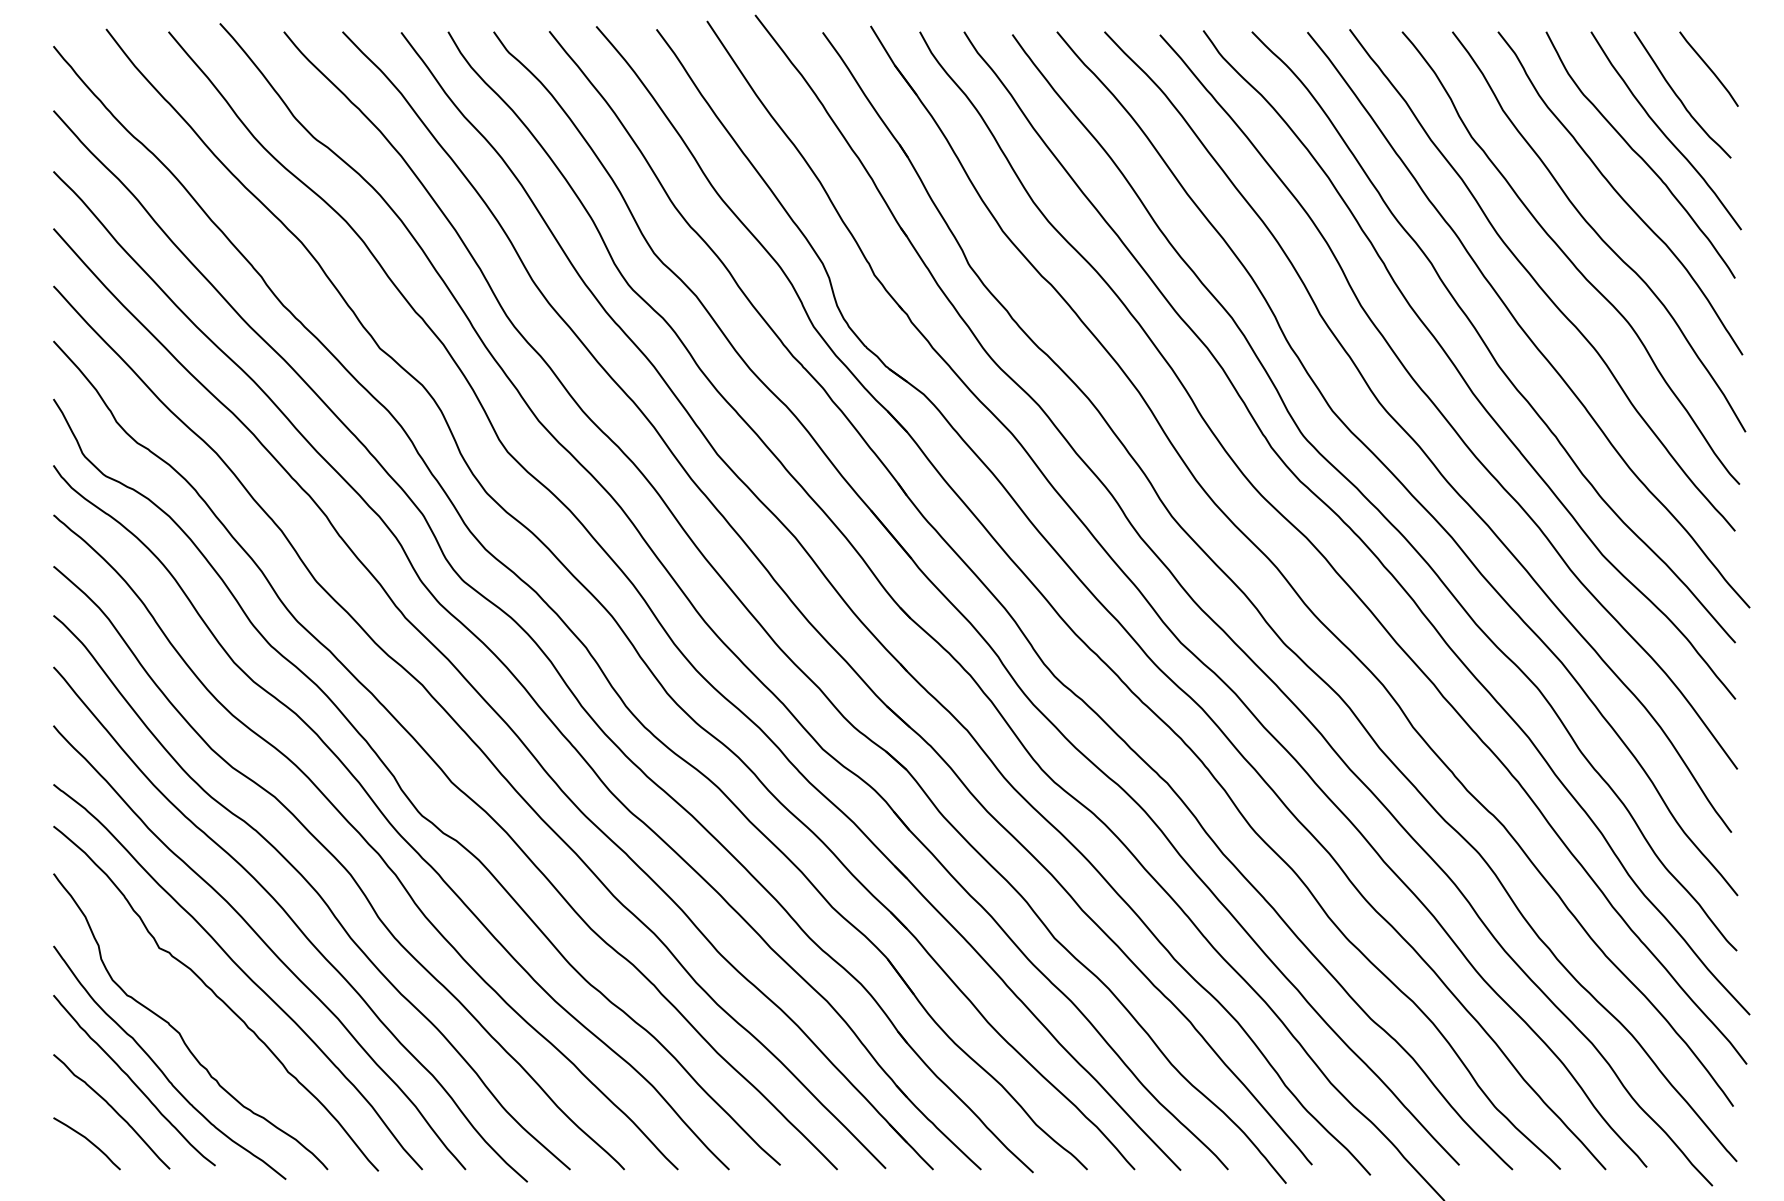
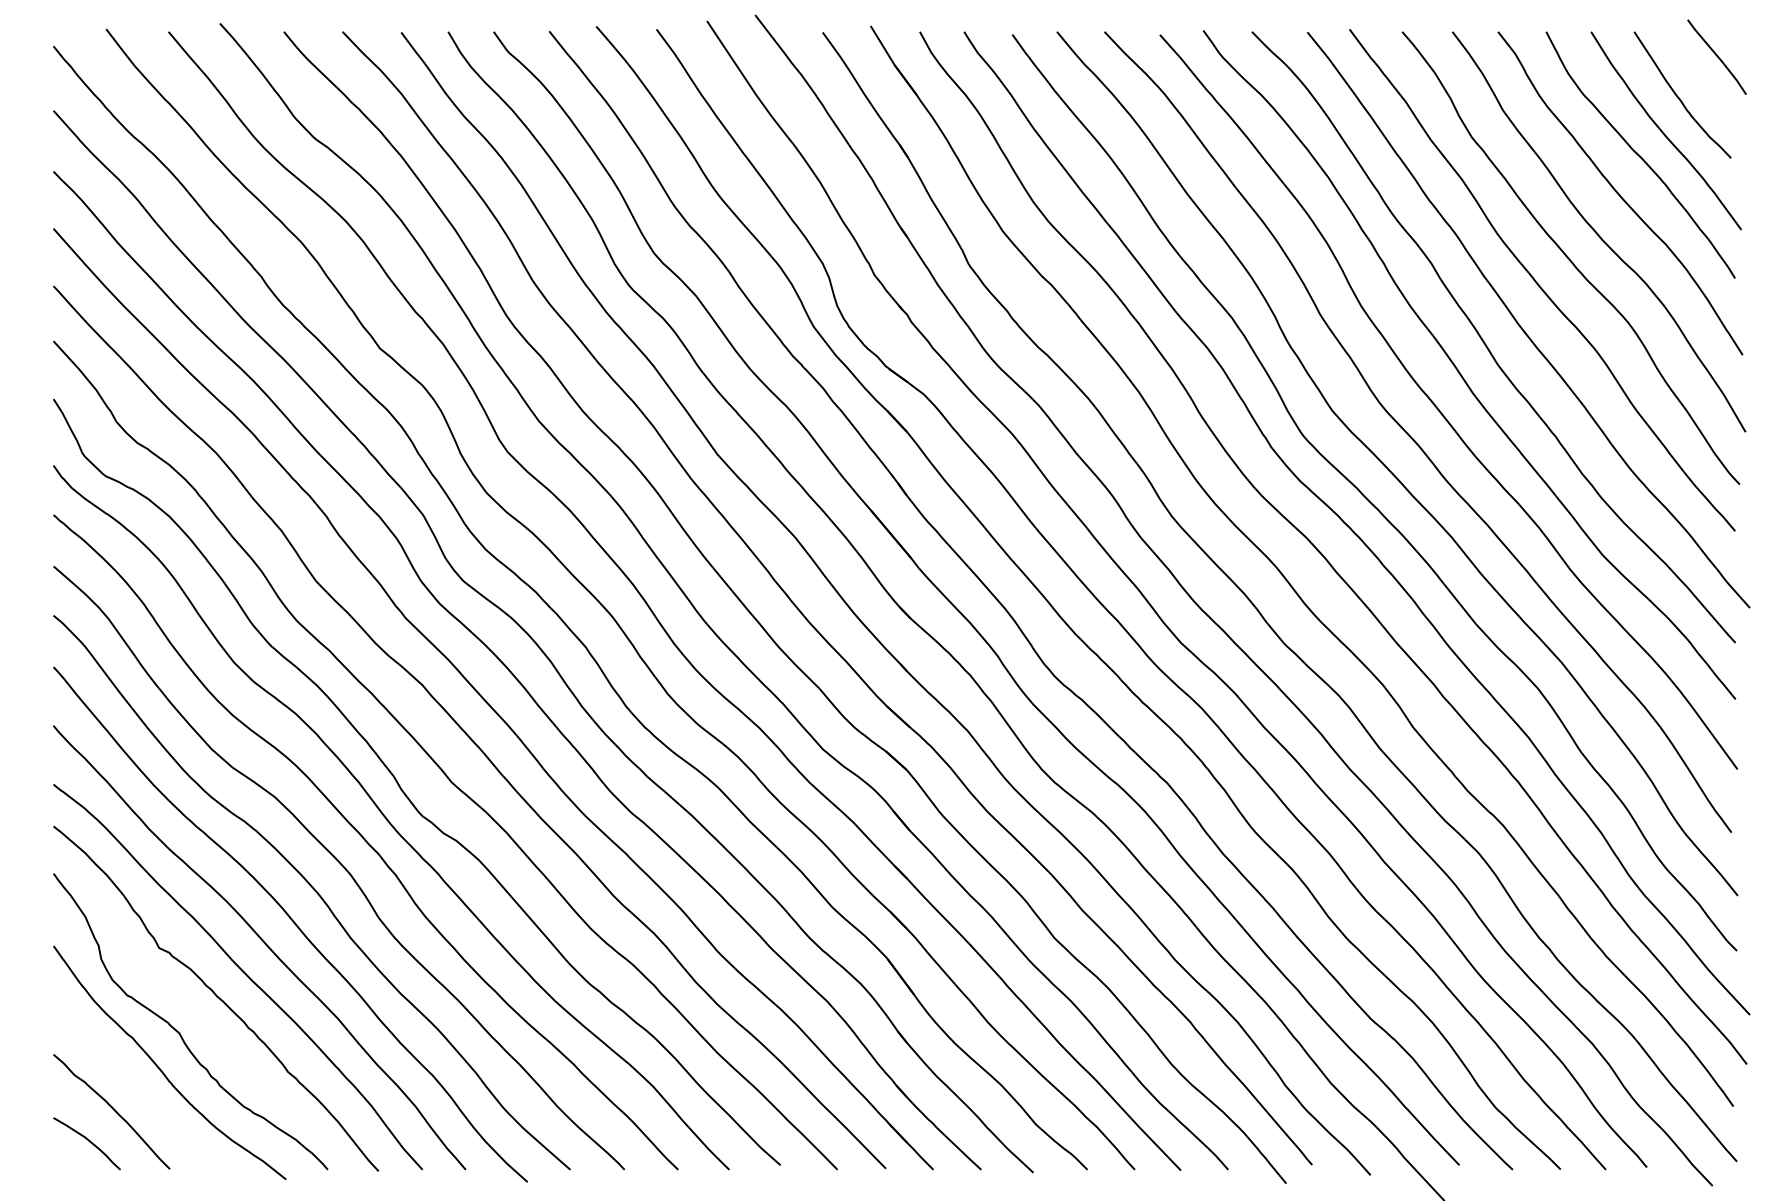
line at (1708, 68) position: (1708, 68) -> (1716, 56)
curve at (133, 1080): present -> none
